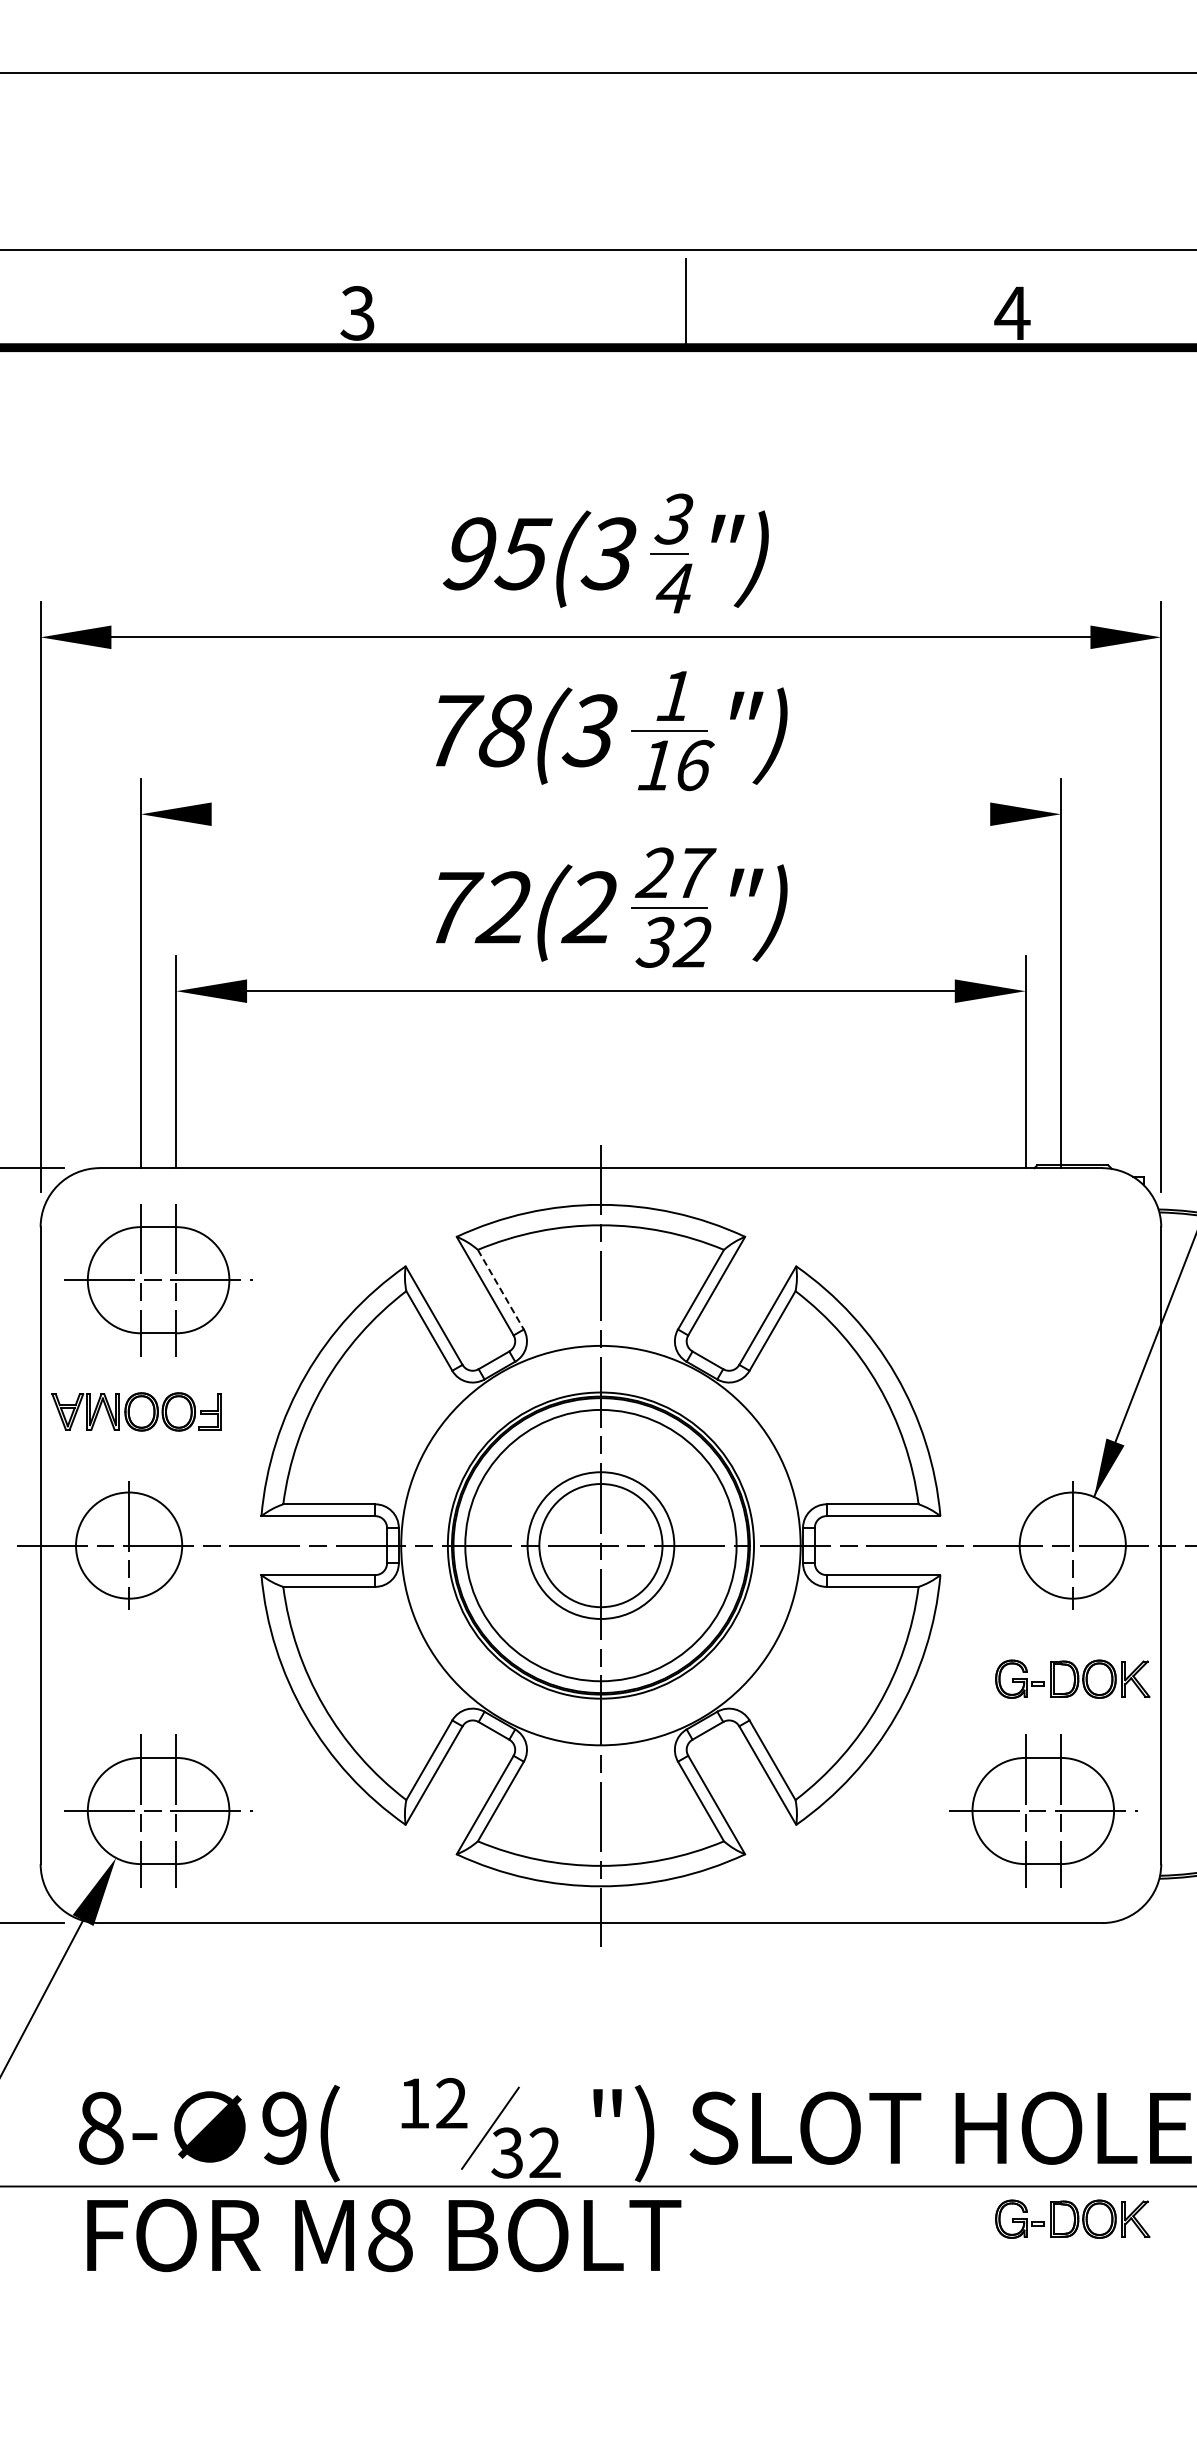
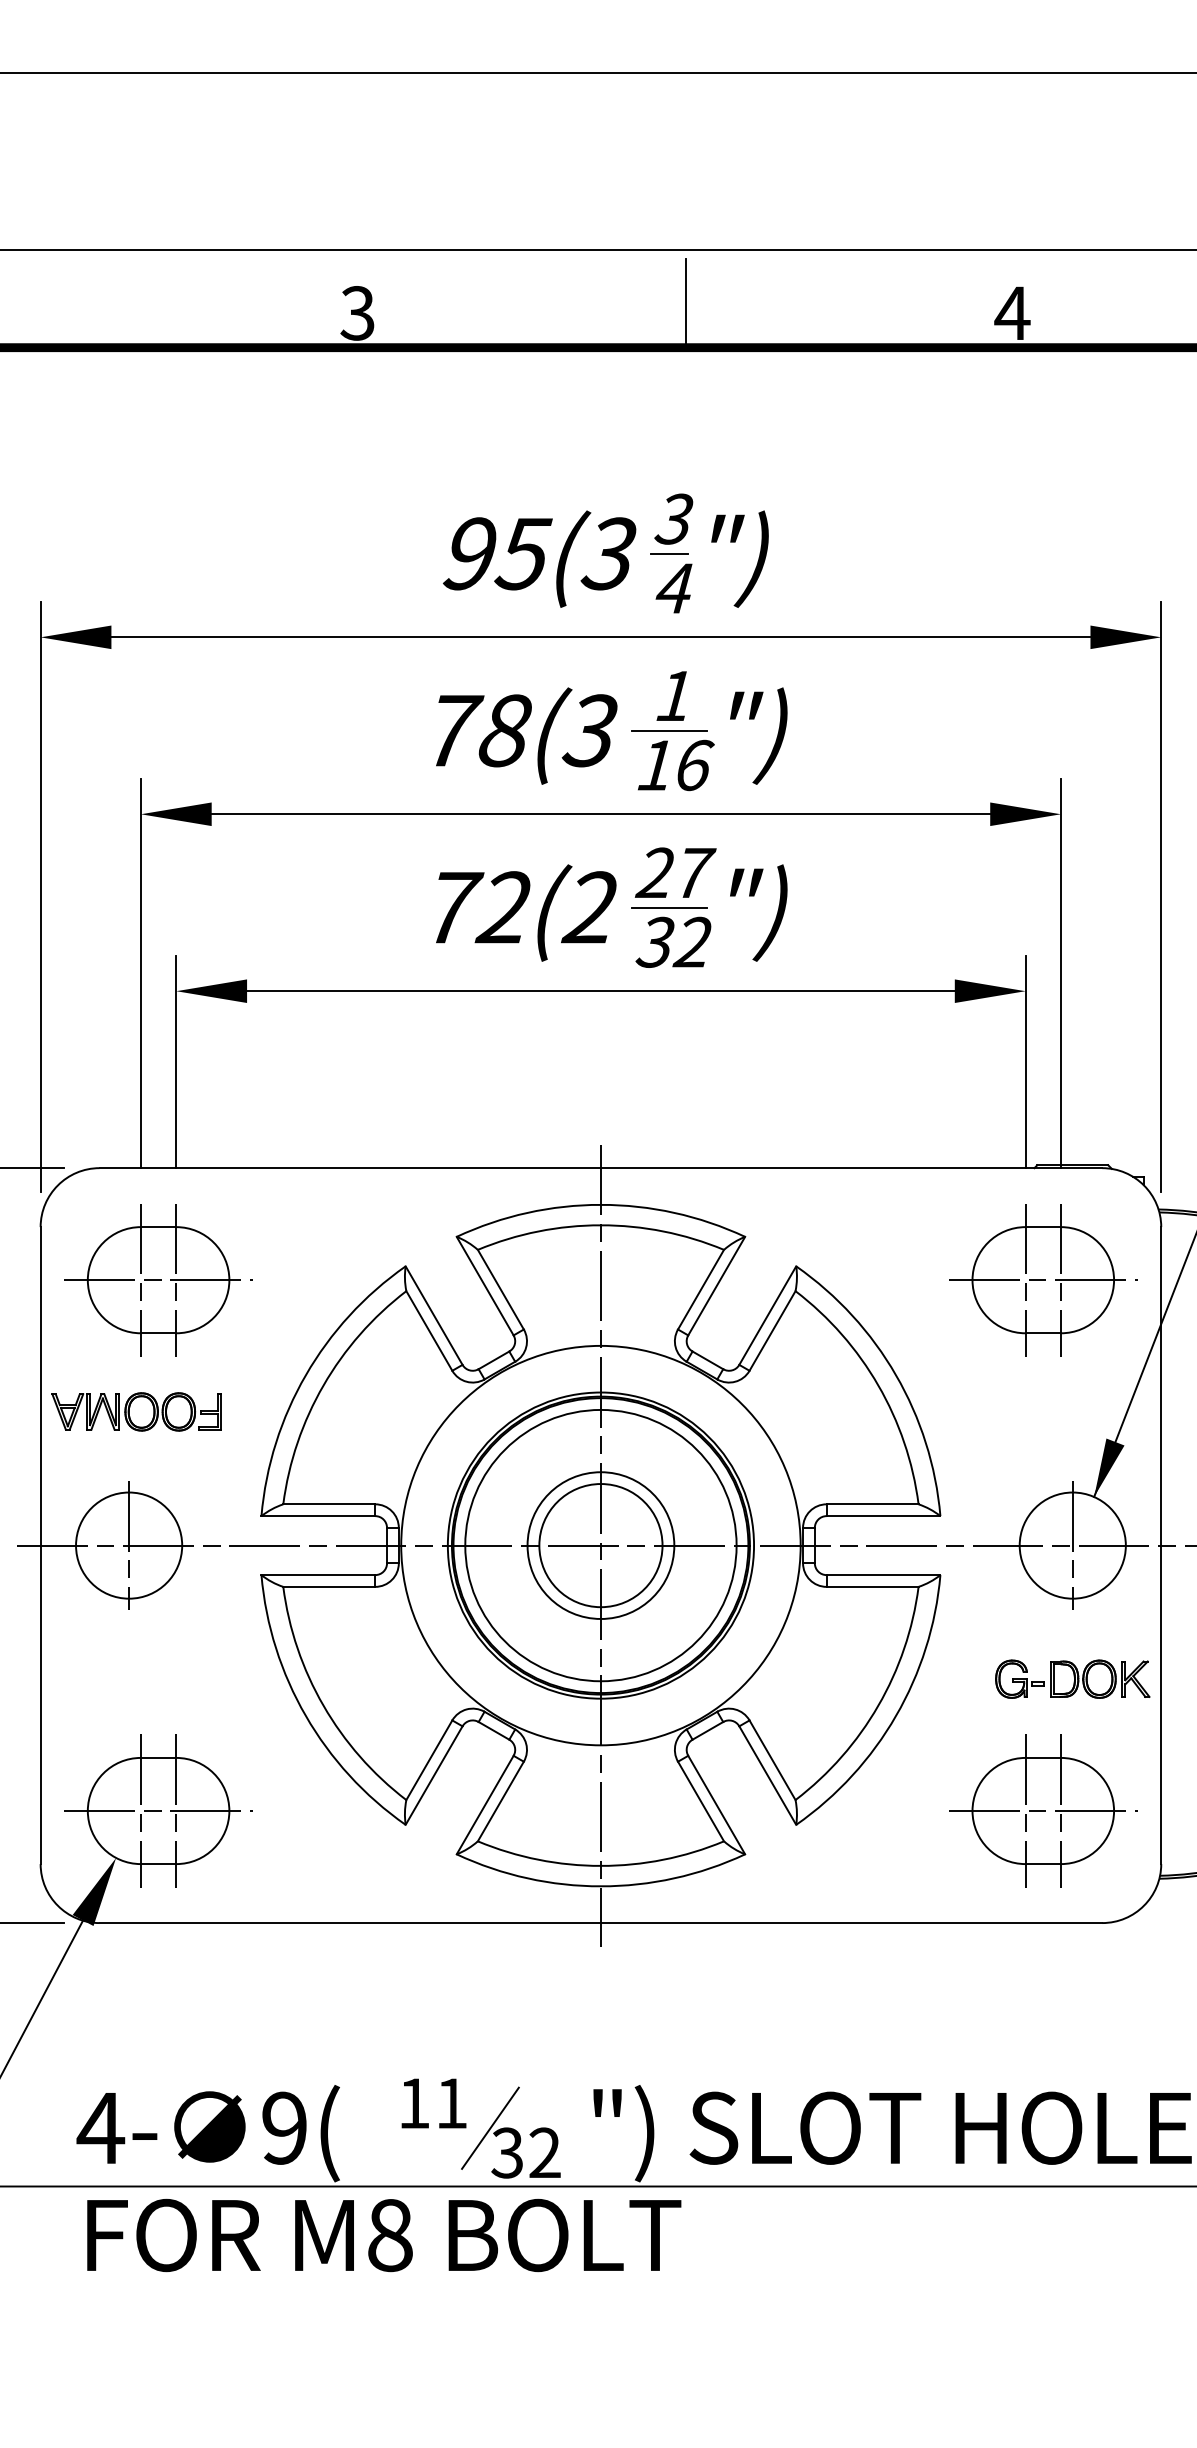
line at (600, 814): none -> present
part at (1043, 1280): none -> present
line at (500, 1289): dashed -> solid
text at (451, 2102): 12 -> 11
text at (100, 2127): 8- -> 4-
part at (1072, 2218): present -> none
